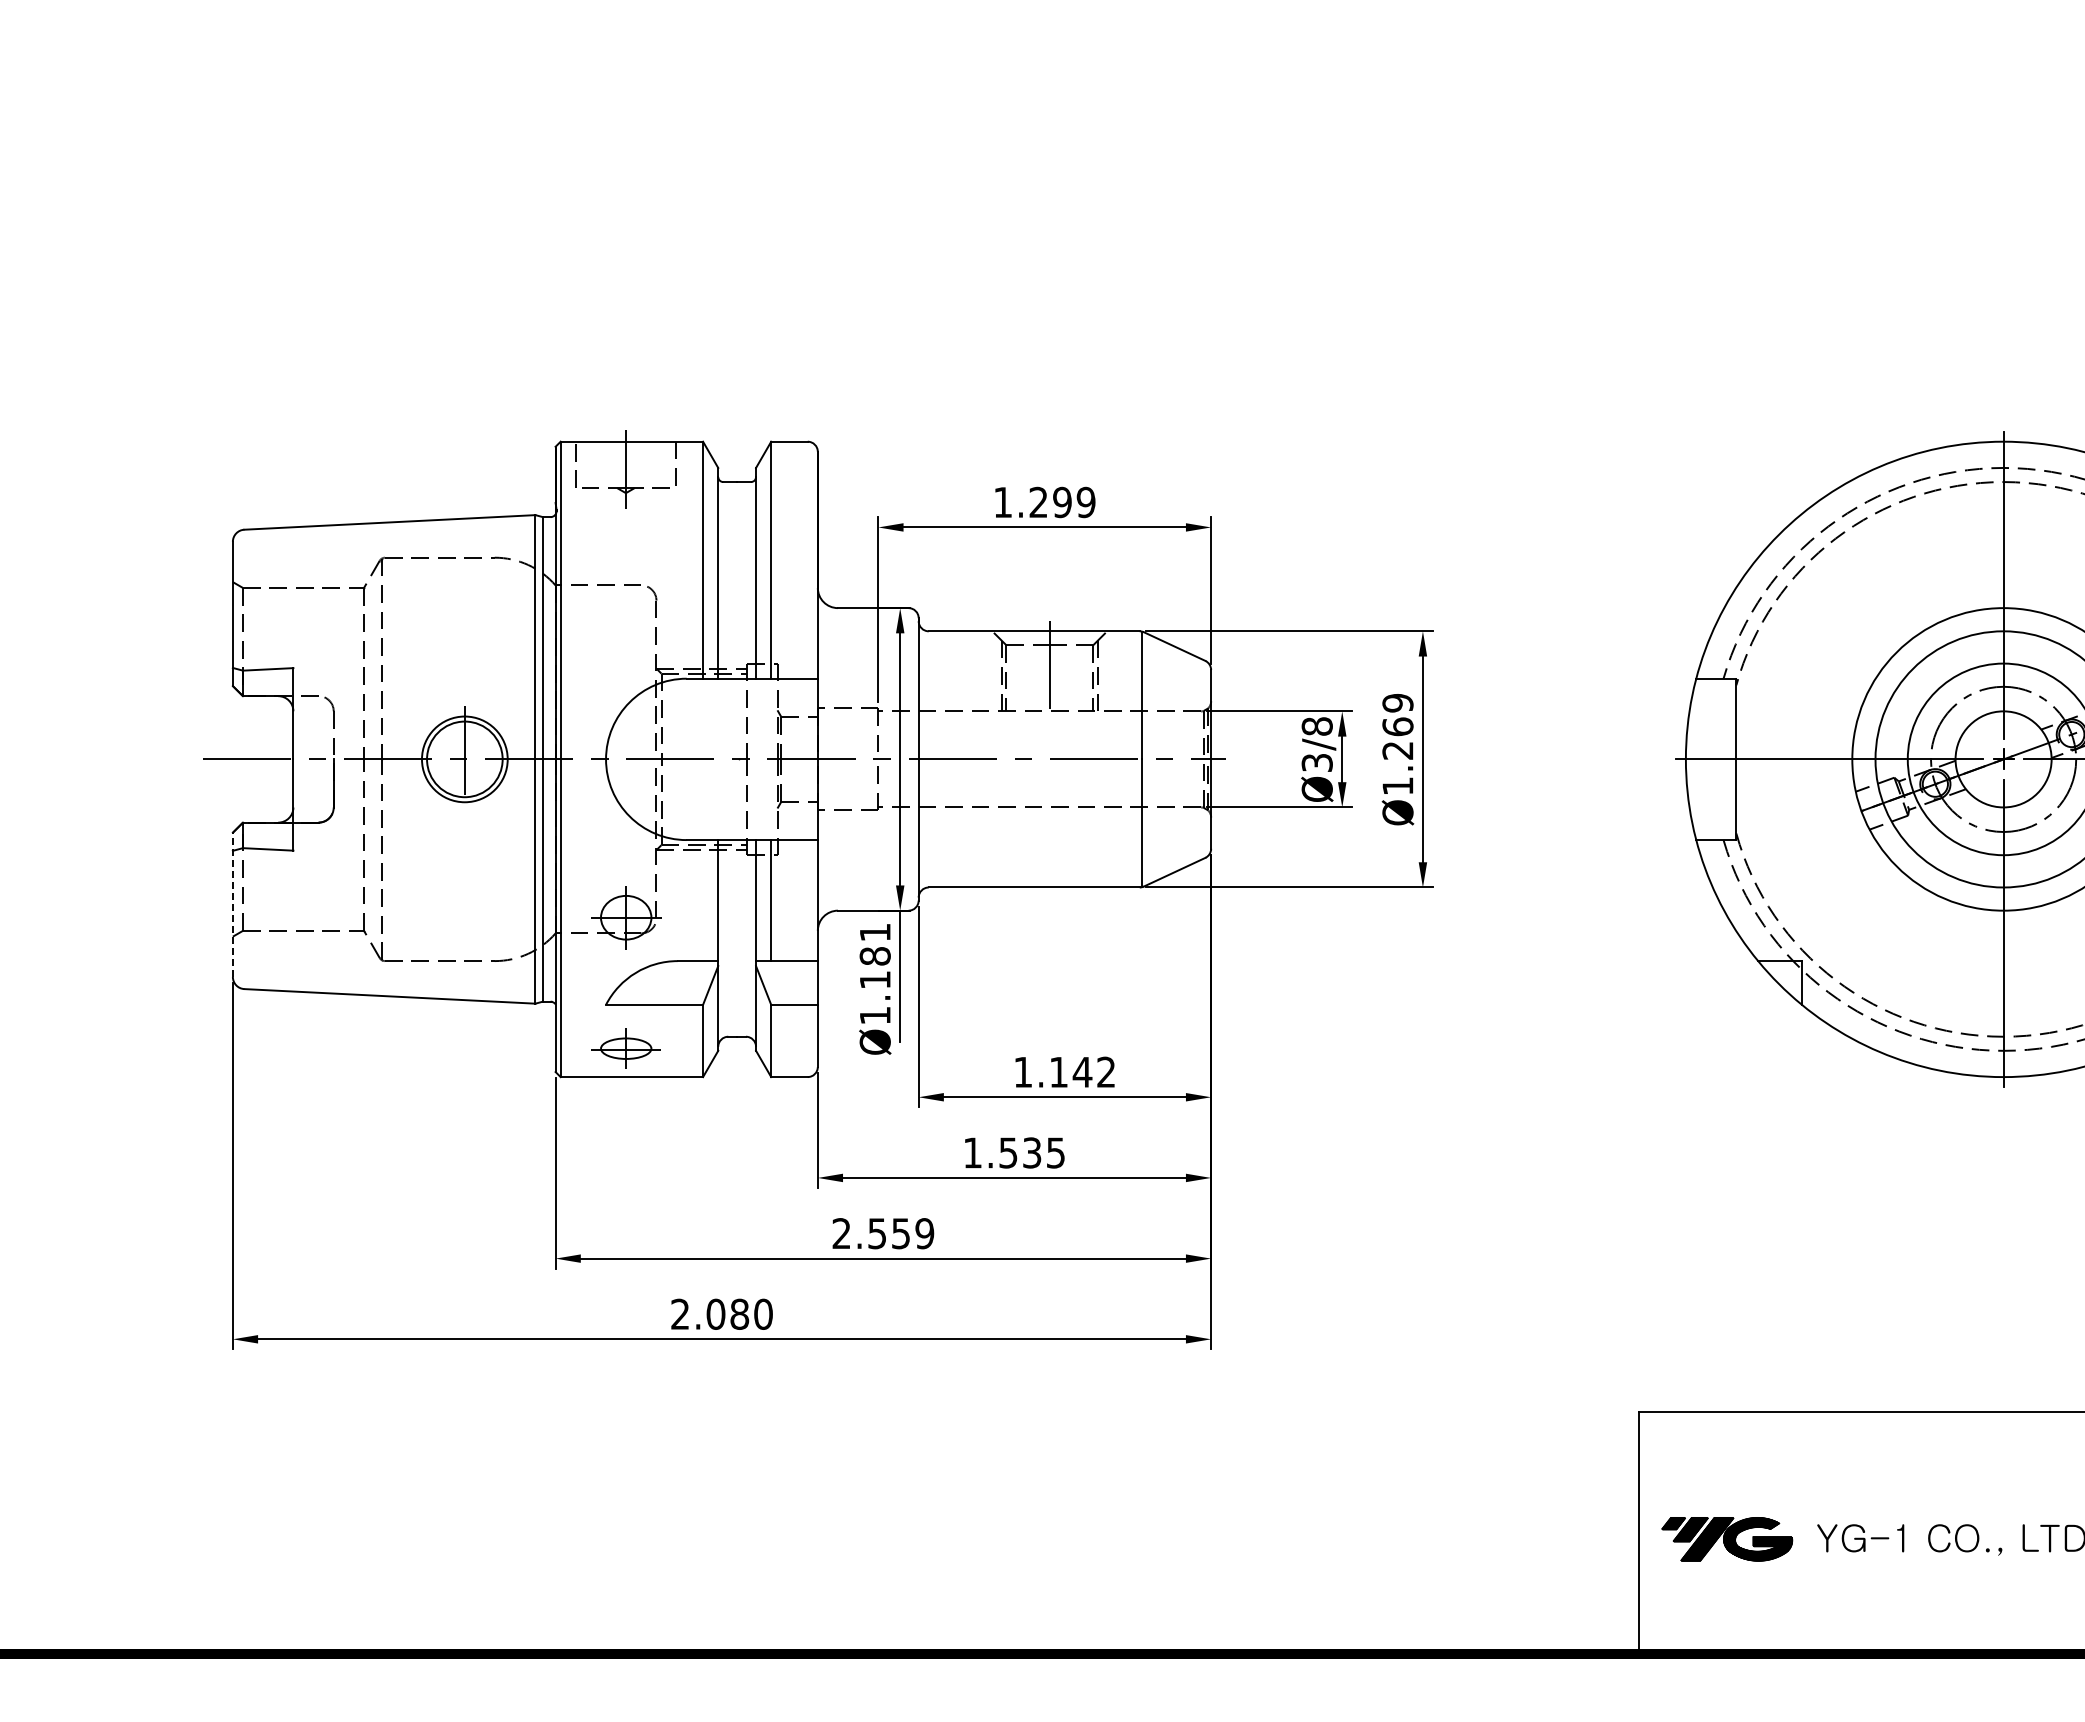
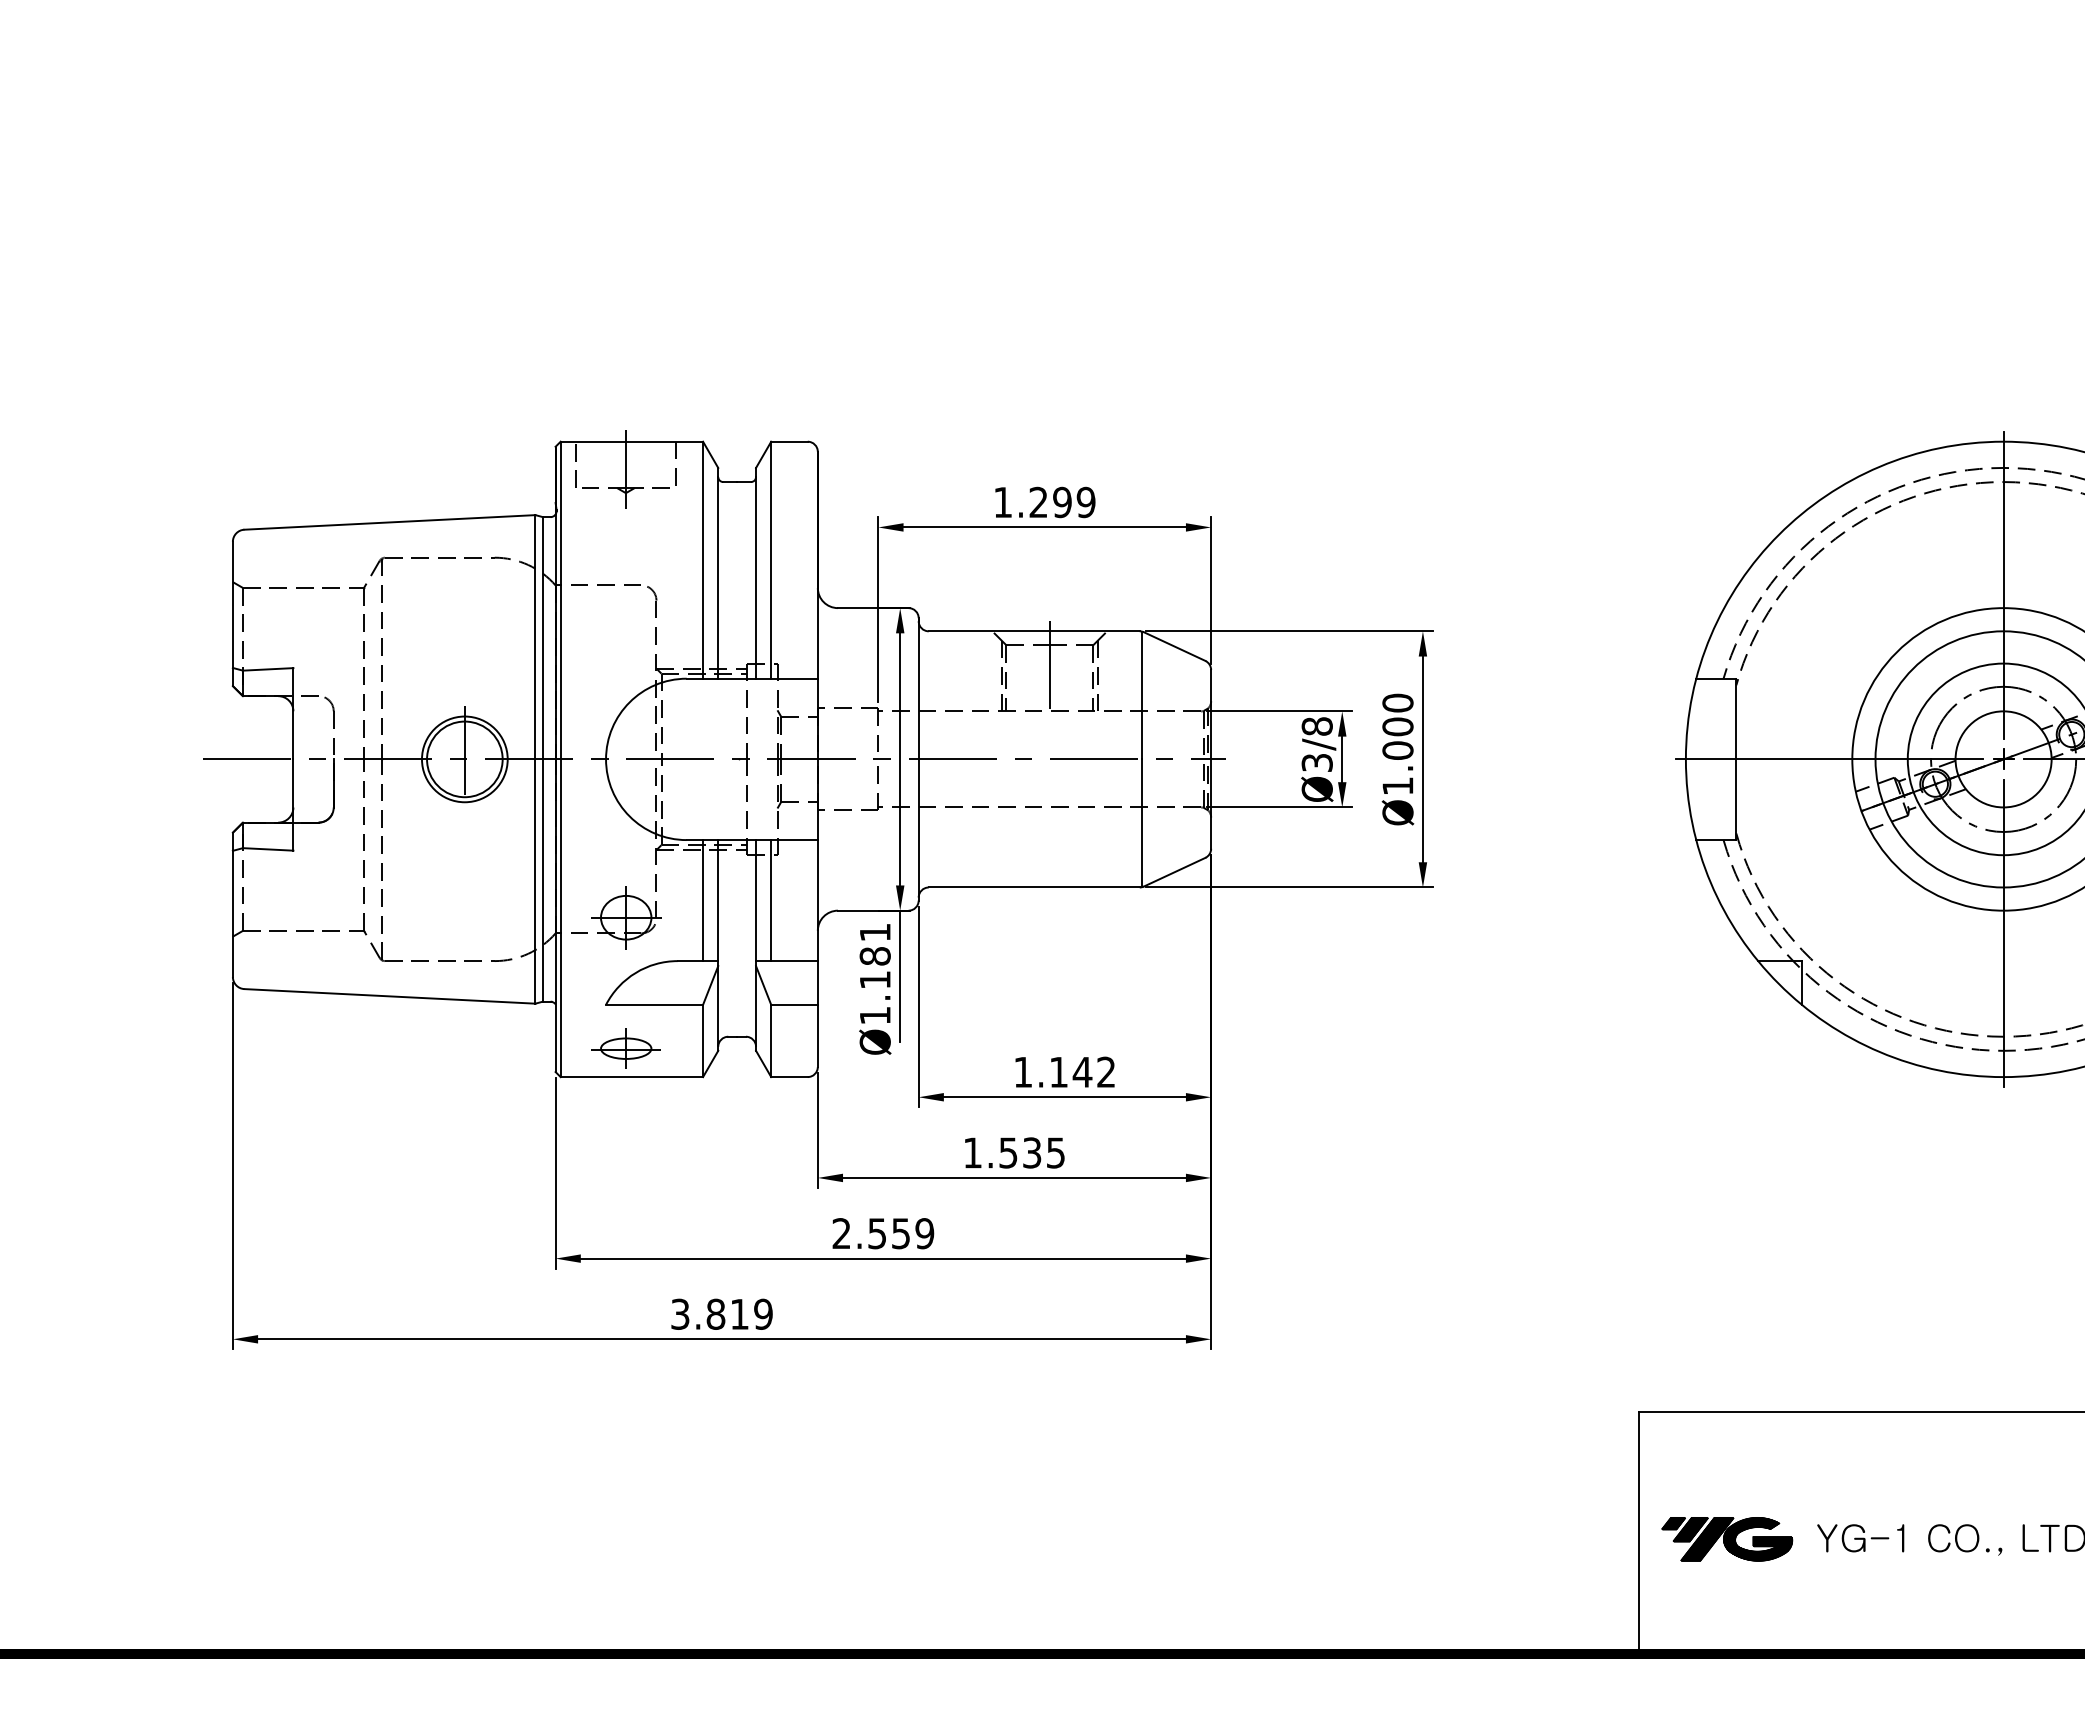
text at (1397, 726): Ø1.269 -> Ø1.000
line at (703, 900): none -> present
line at (232, 904): dashed -> solid
text at (721, 1313): 2.080 -> 3.819
